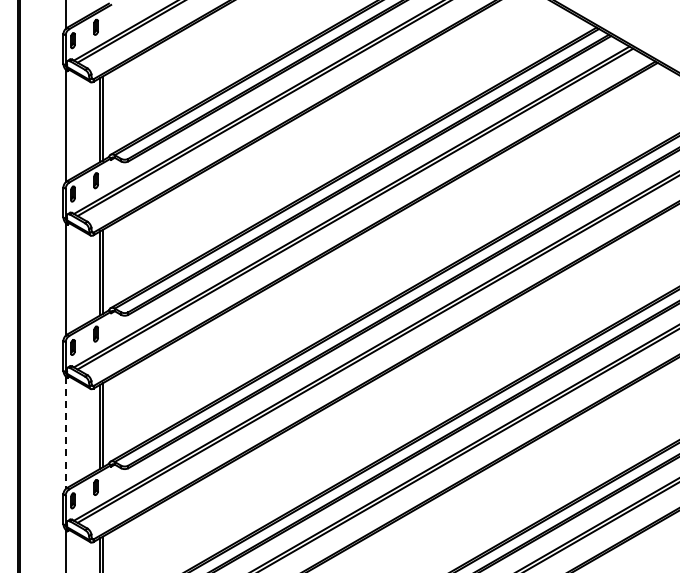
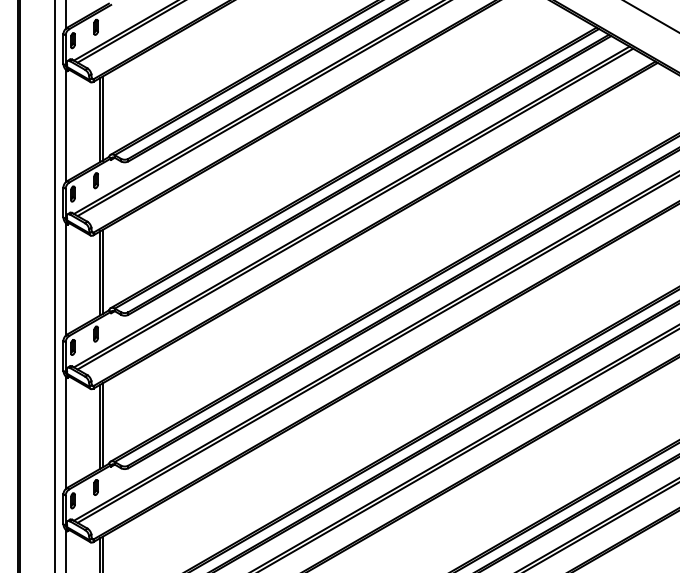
line at (651, 16): none -> present
line at (54, 285): none -> present
line at (65, 433): dashed -> solid
